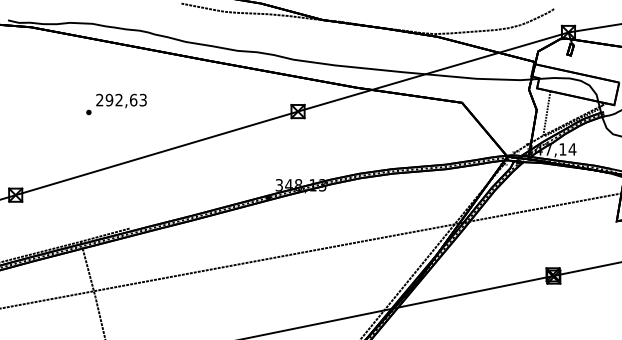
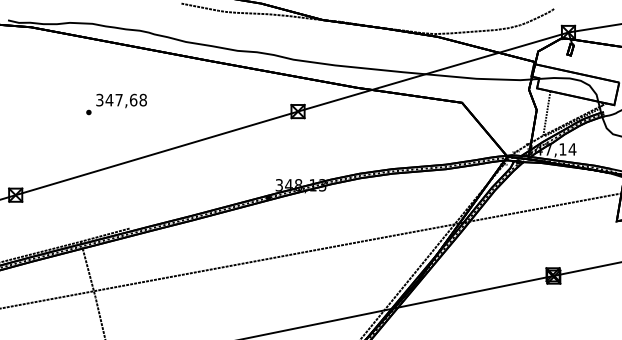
text at (121, 99): 292,63 -> 347,68
